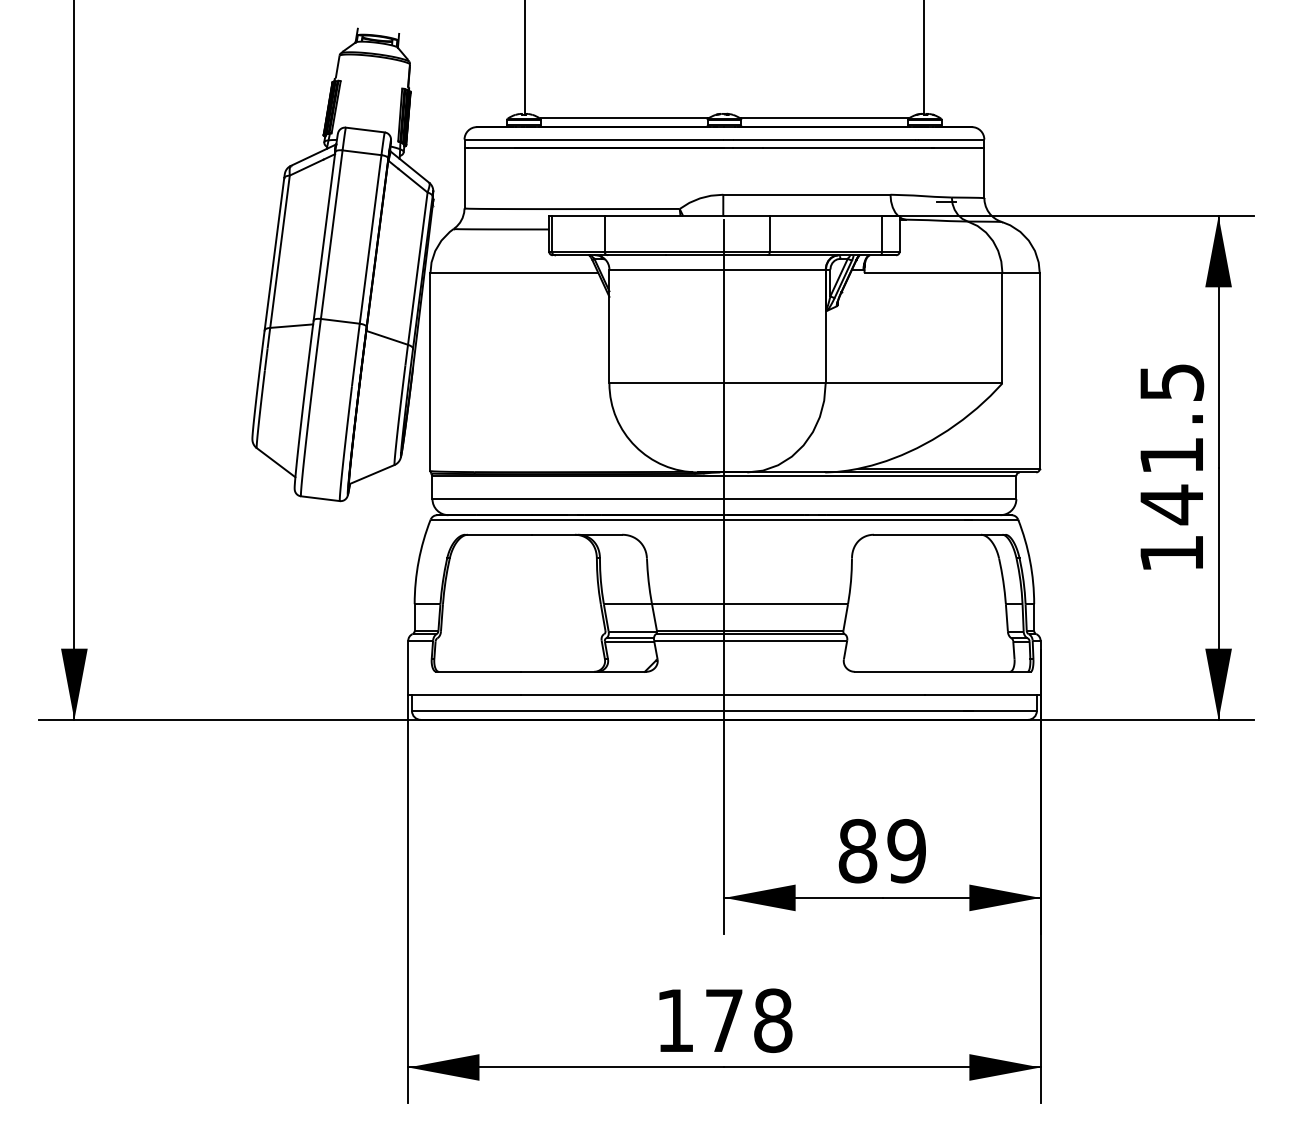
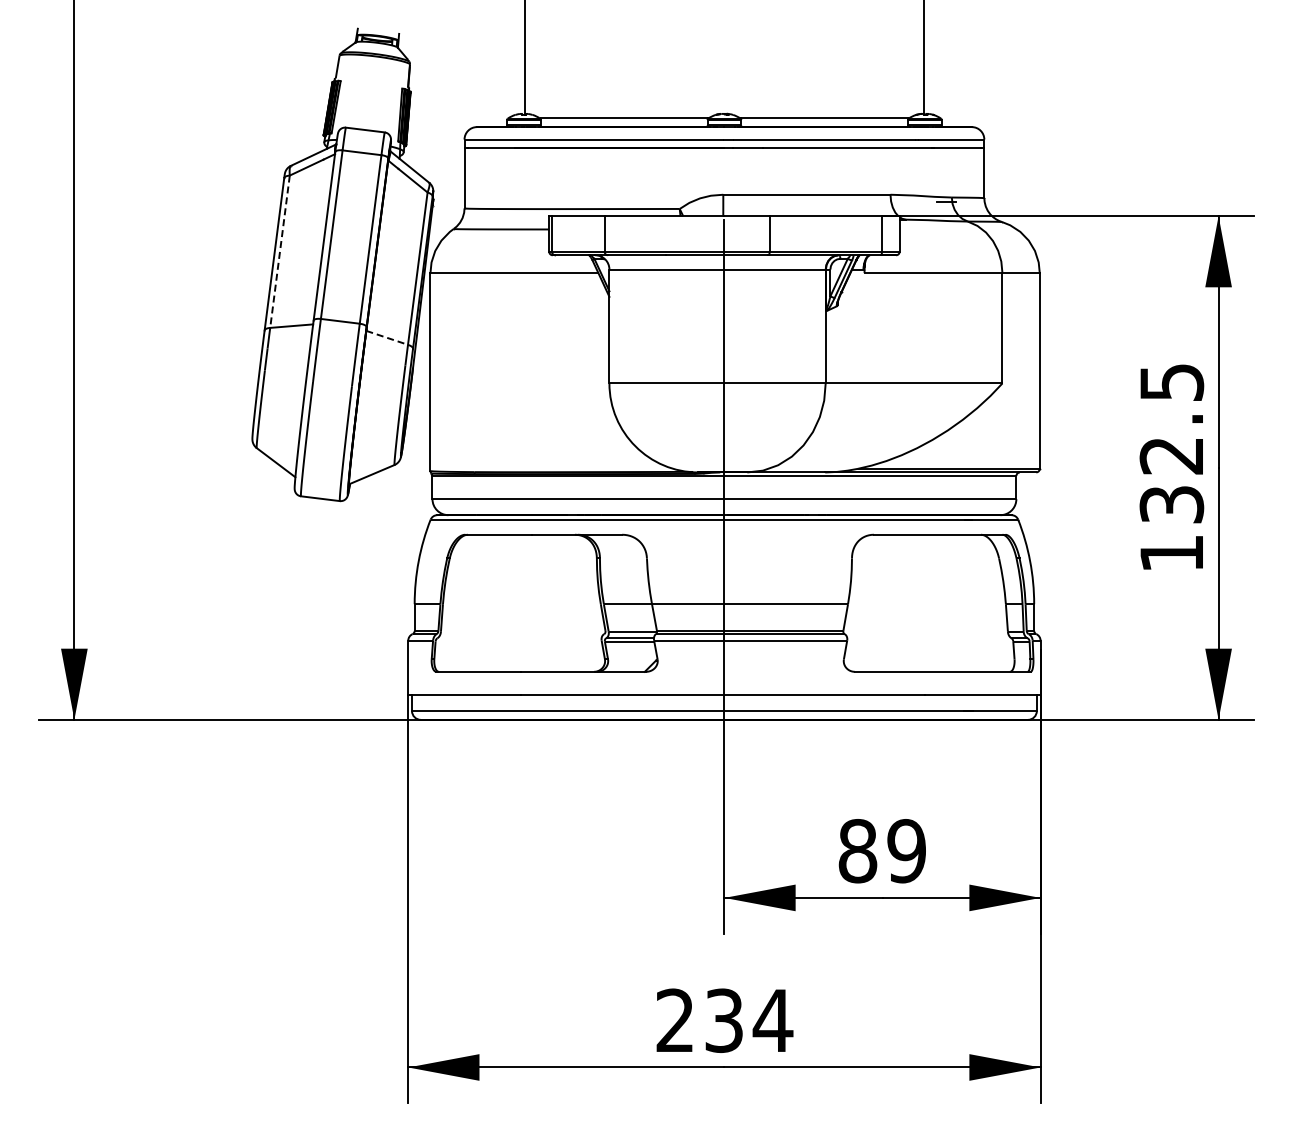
line at (280, 251): solid -> dashed
line at (387, 337): solid -> dashed
text at (1171, 481): 141.5 -> 132.5
text at (724, 1020): 178 -> 234
